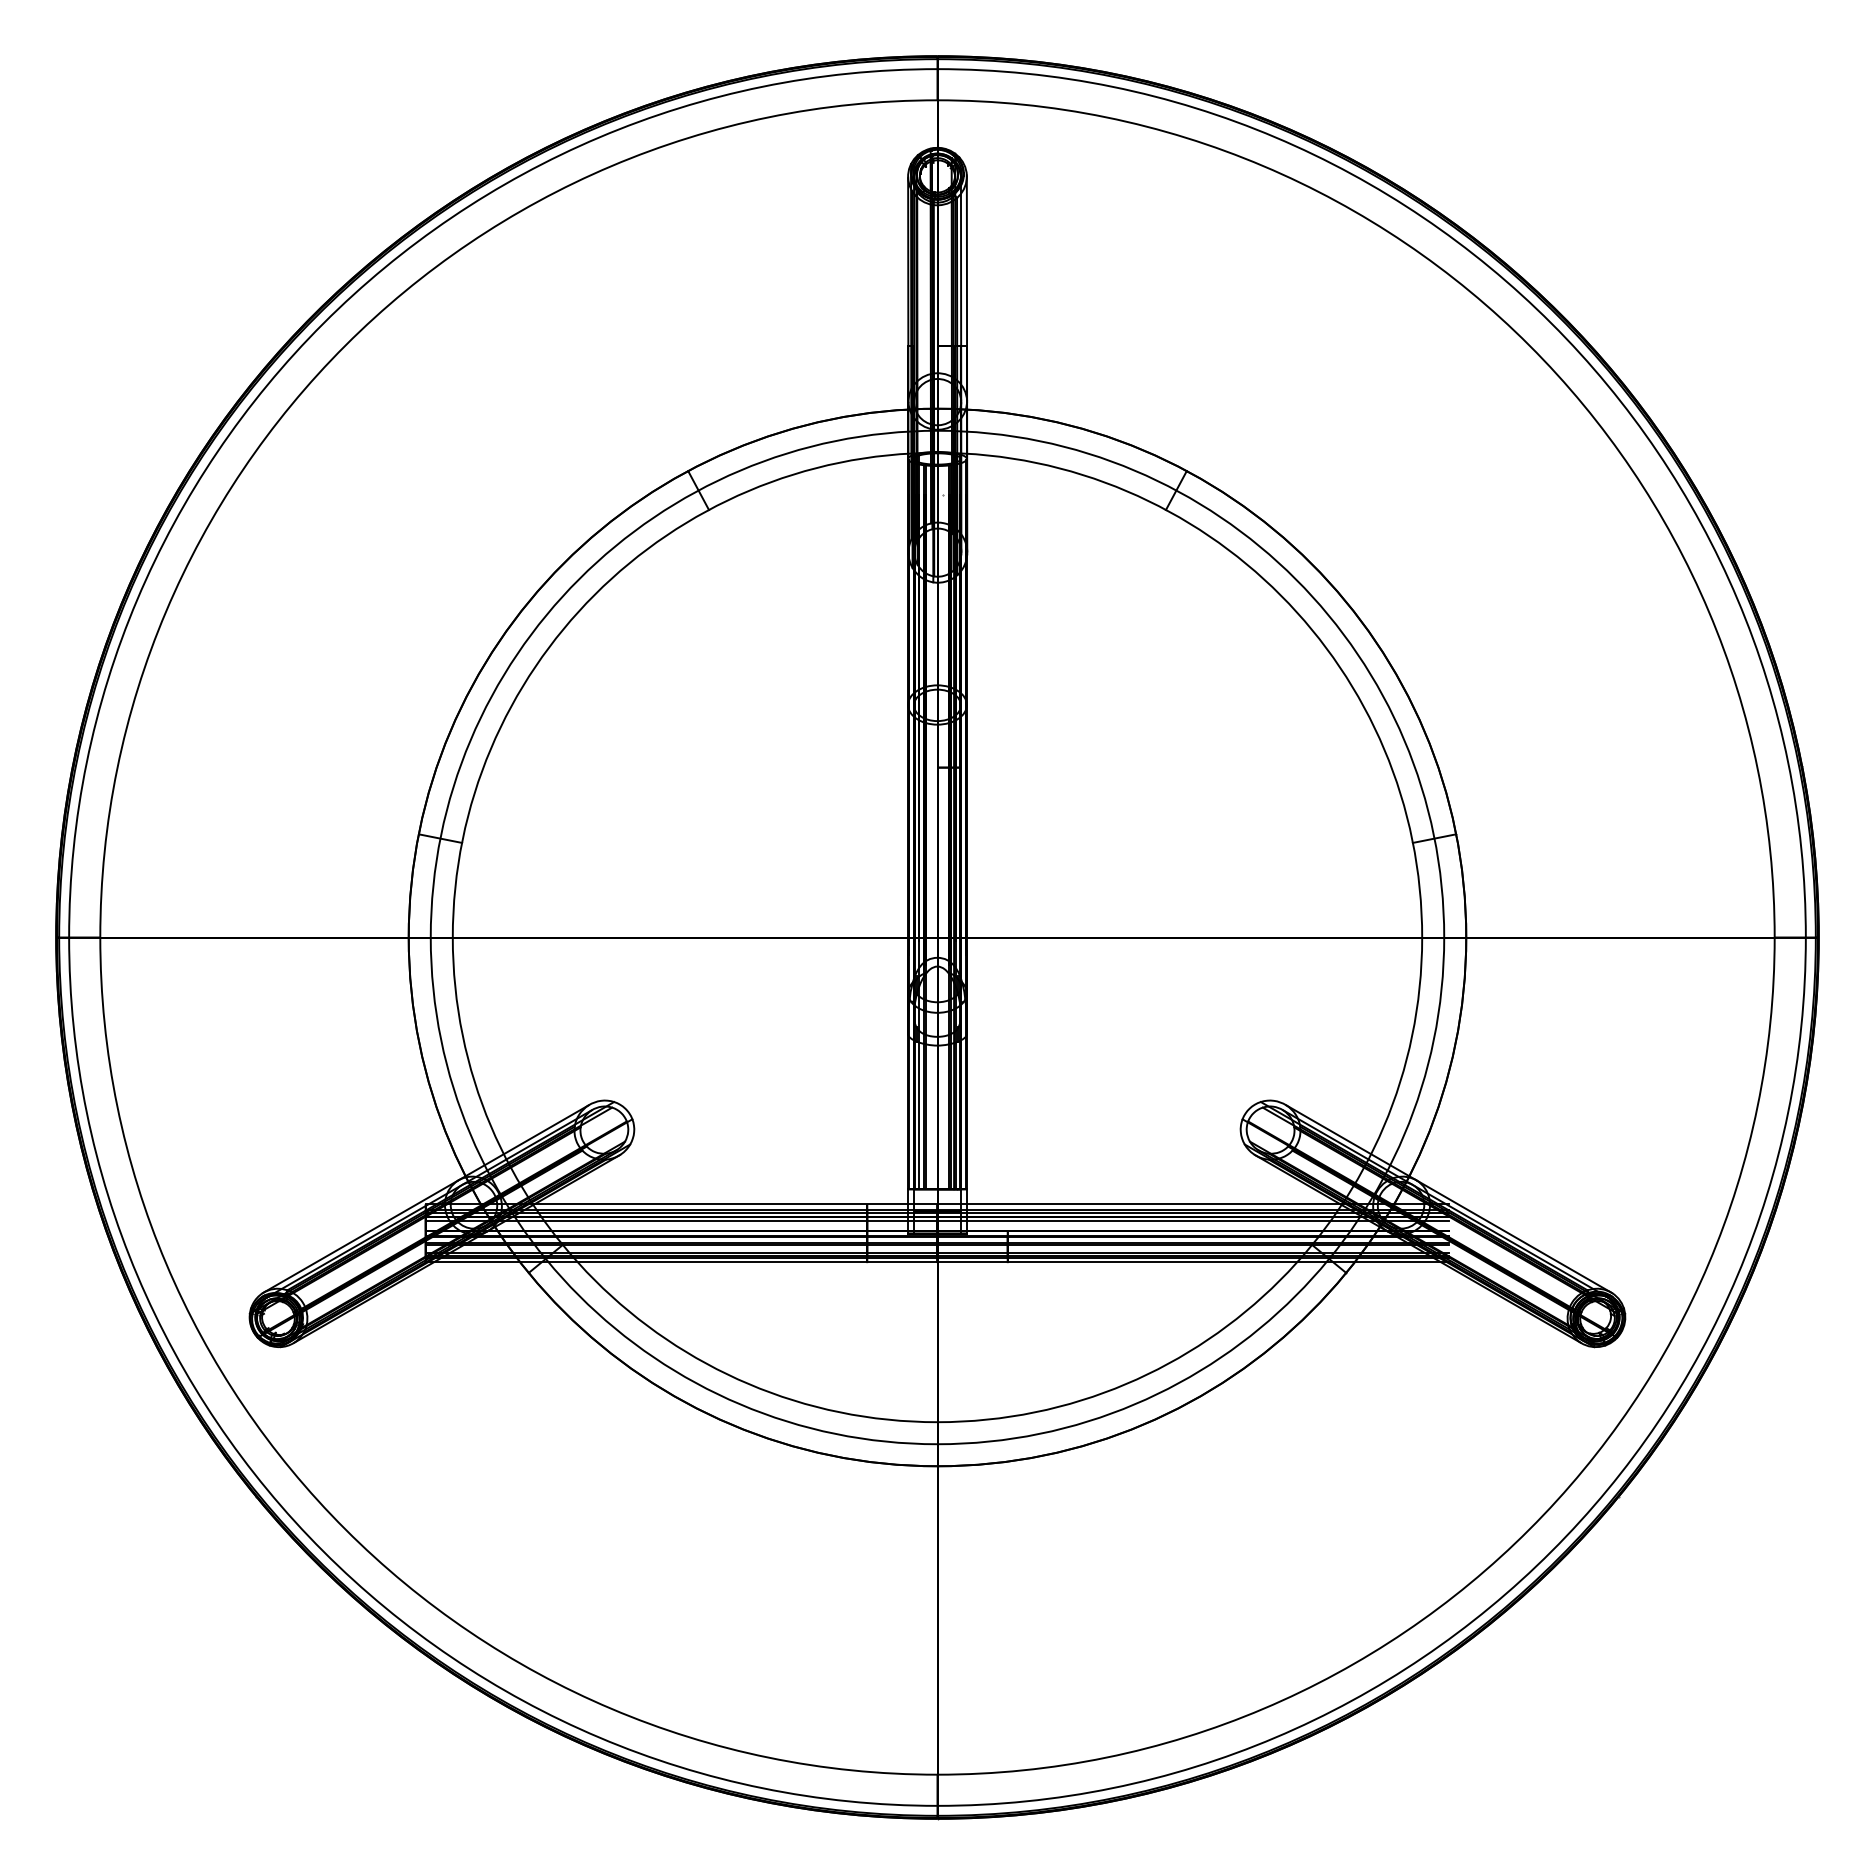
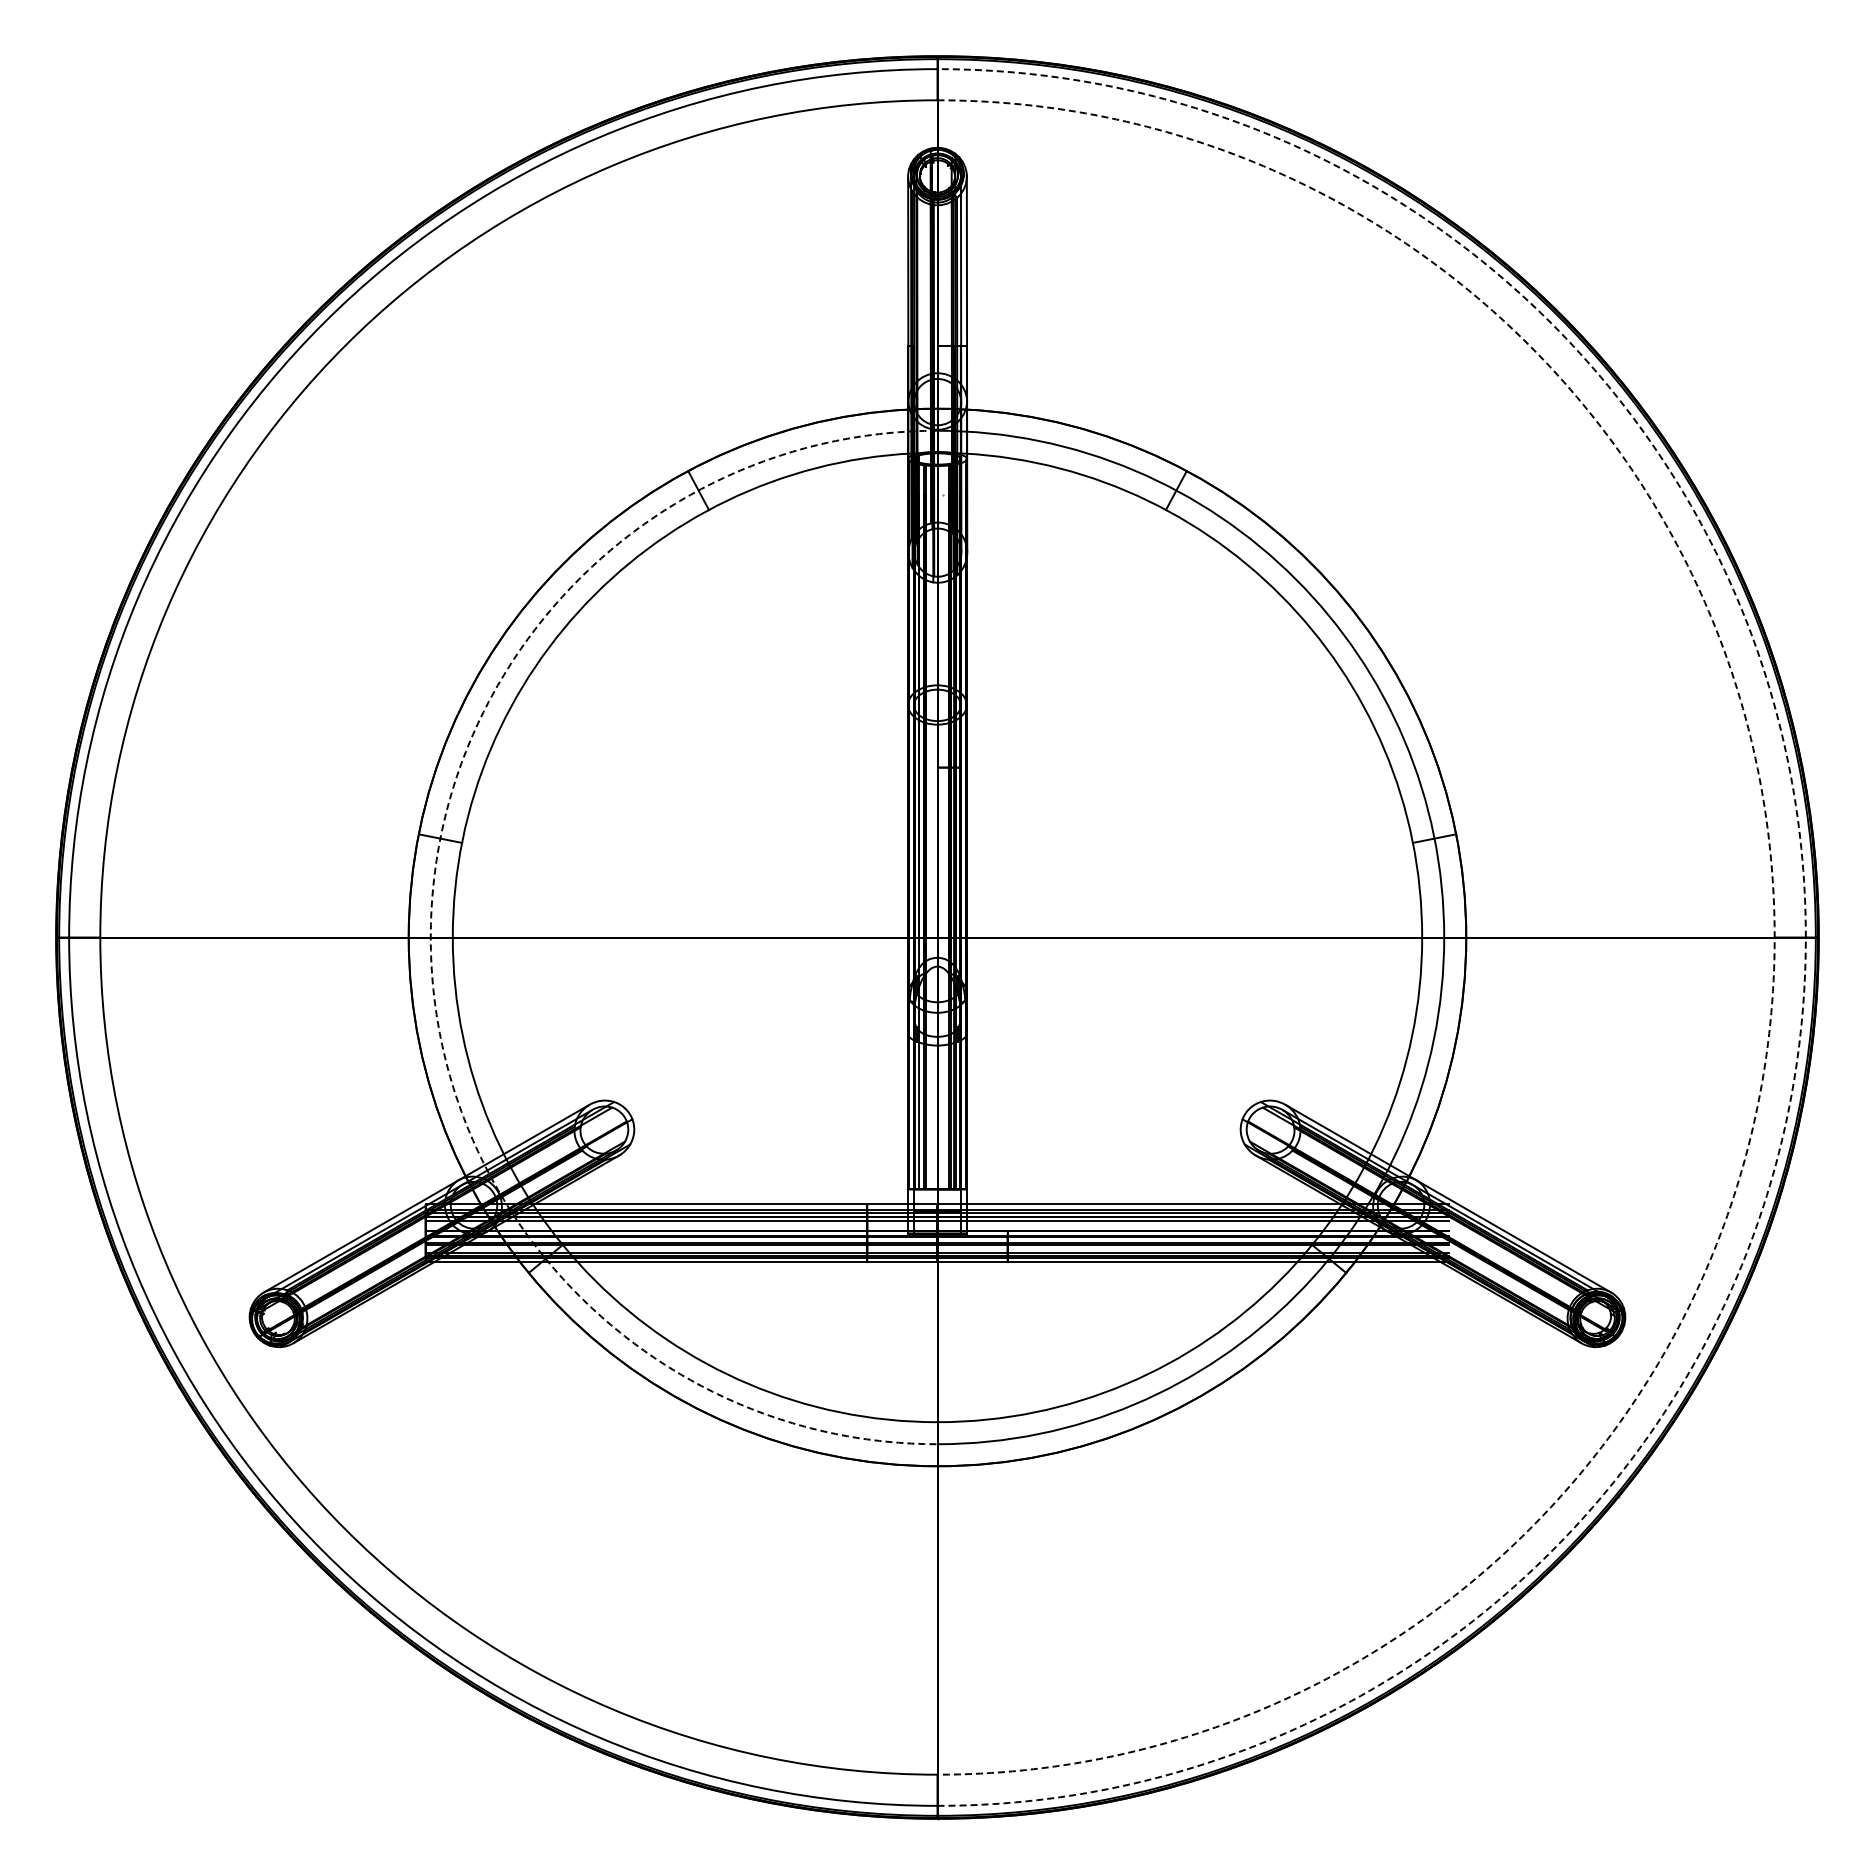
arc at (430, 937): solid -> dashed
arc at (1774, 937): solid -> dashed
arc at (1805, 937): solid -> dashed
